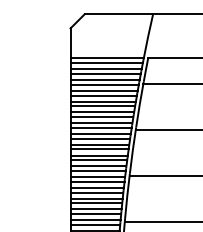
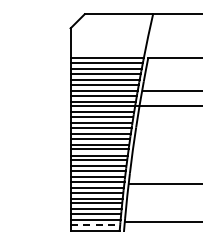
line at (171, 84) position: (171, 84) -> (171, 91)
line at (167, 130) position: (167, 130) -> (167, 106)
line at (164, 175) position: (164, 175) -> (164, 183)
line at (95, 224): solid -> dashed
